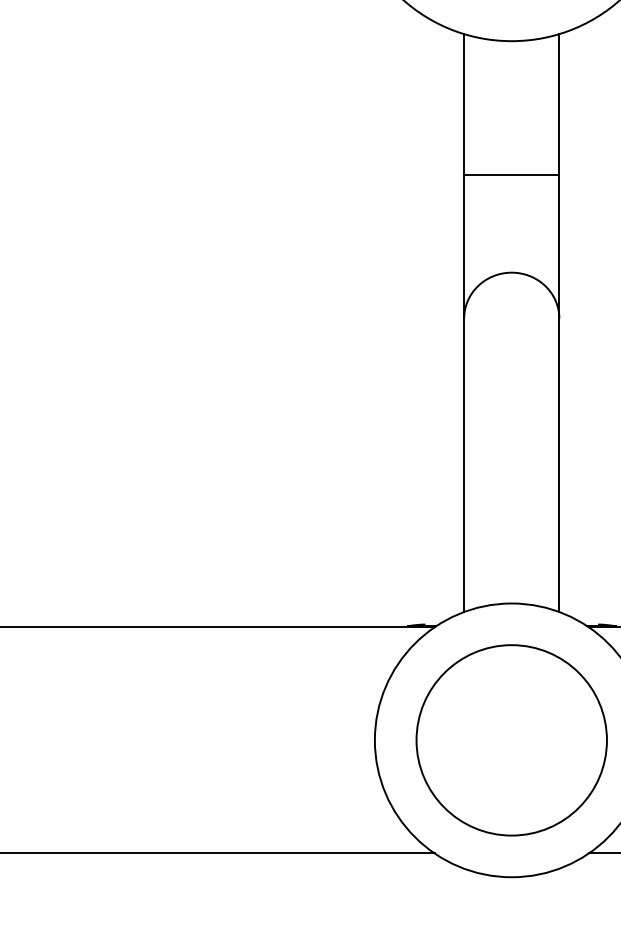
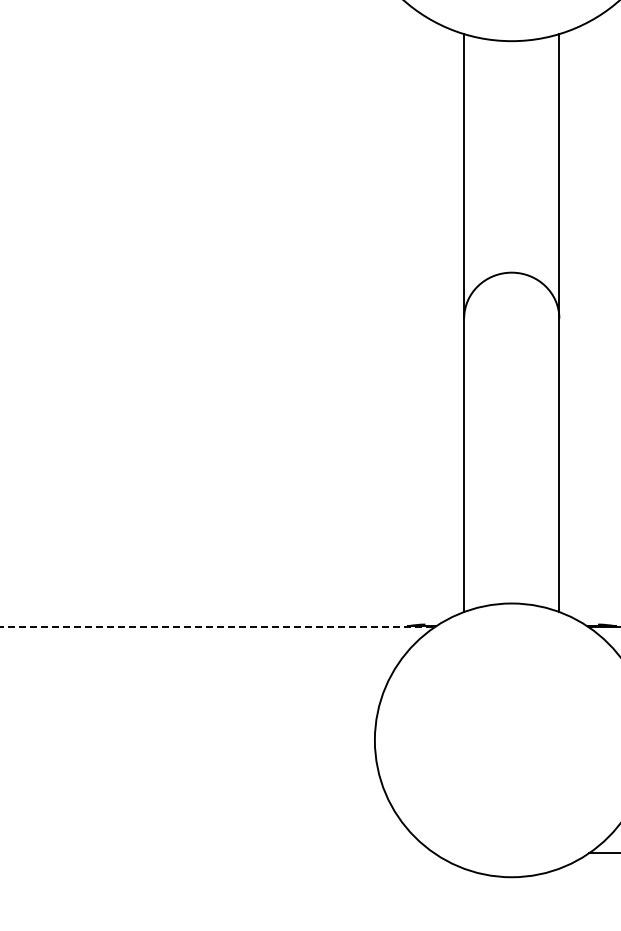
line at (511, 175): present -> none
line at (217, 627): solid -> dashed
circle at (511, 740): present -> none
line at (218, 853): present -> none
